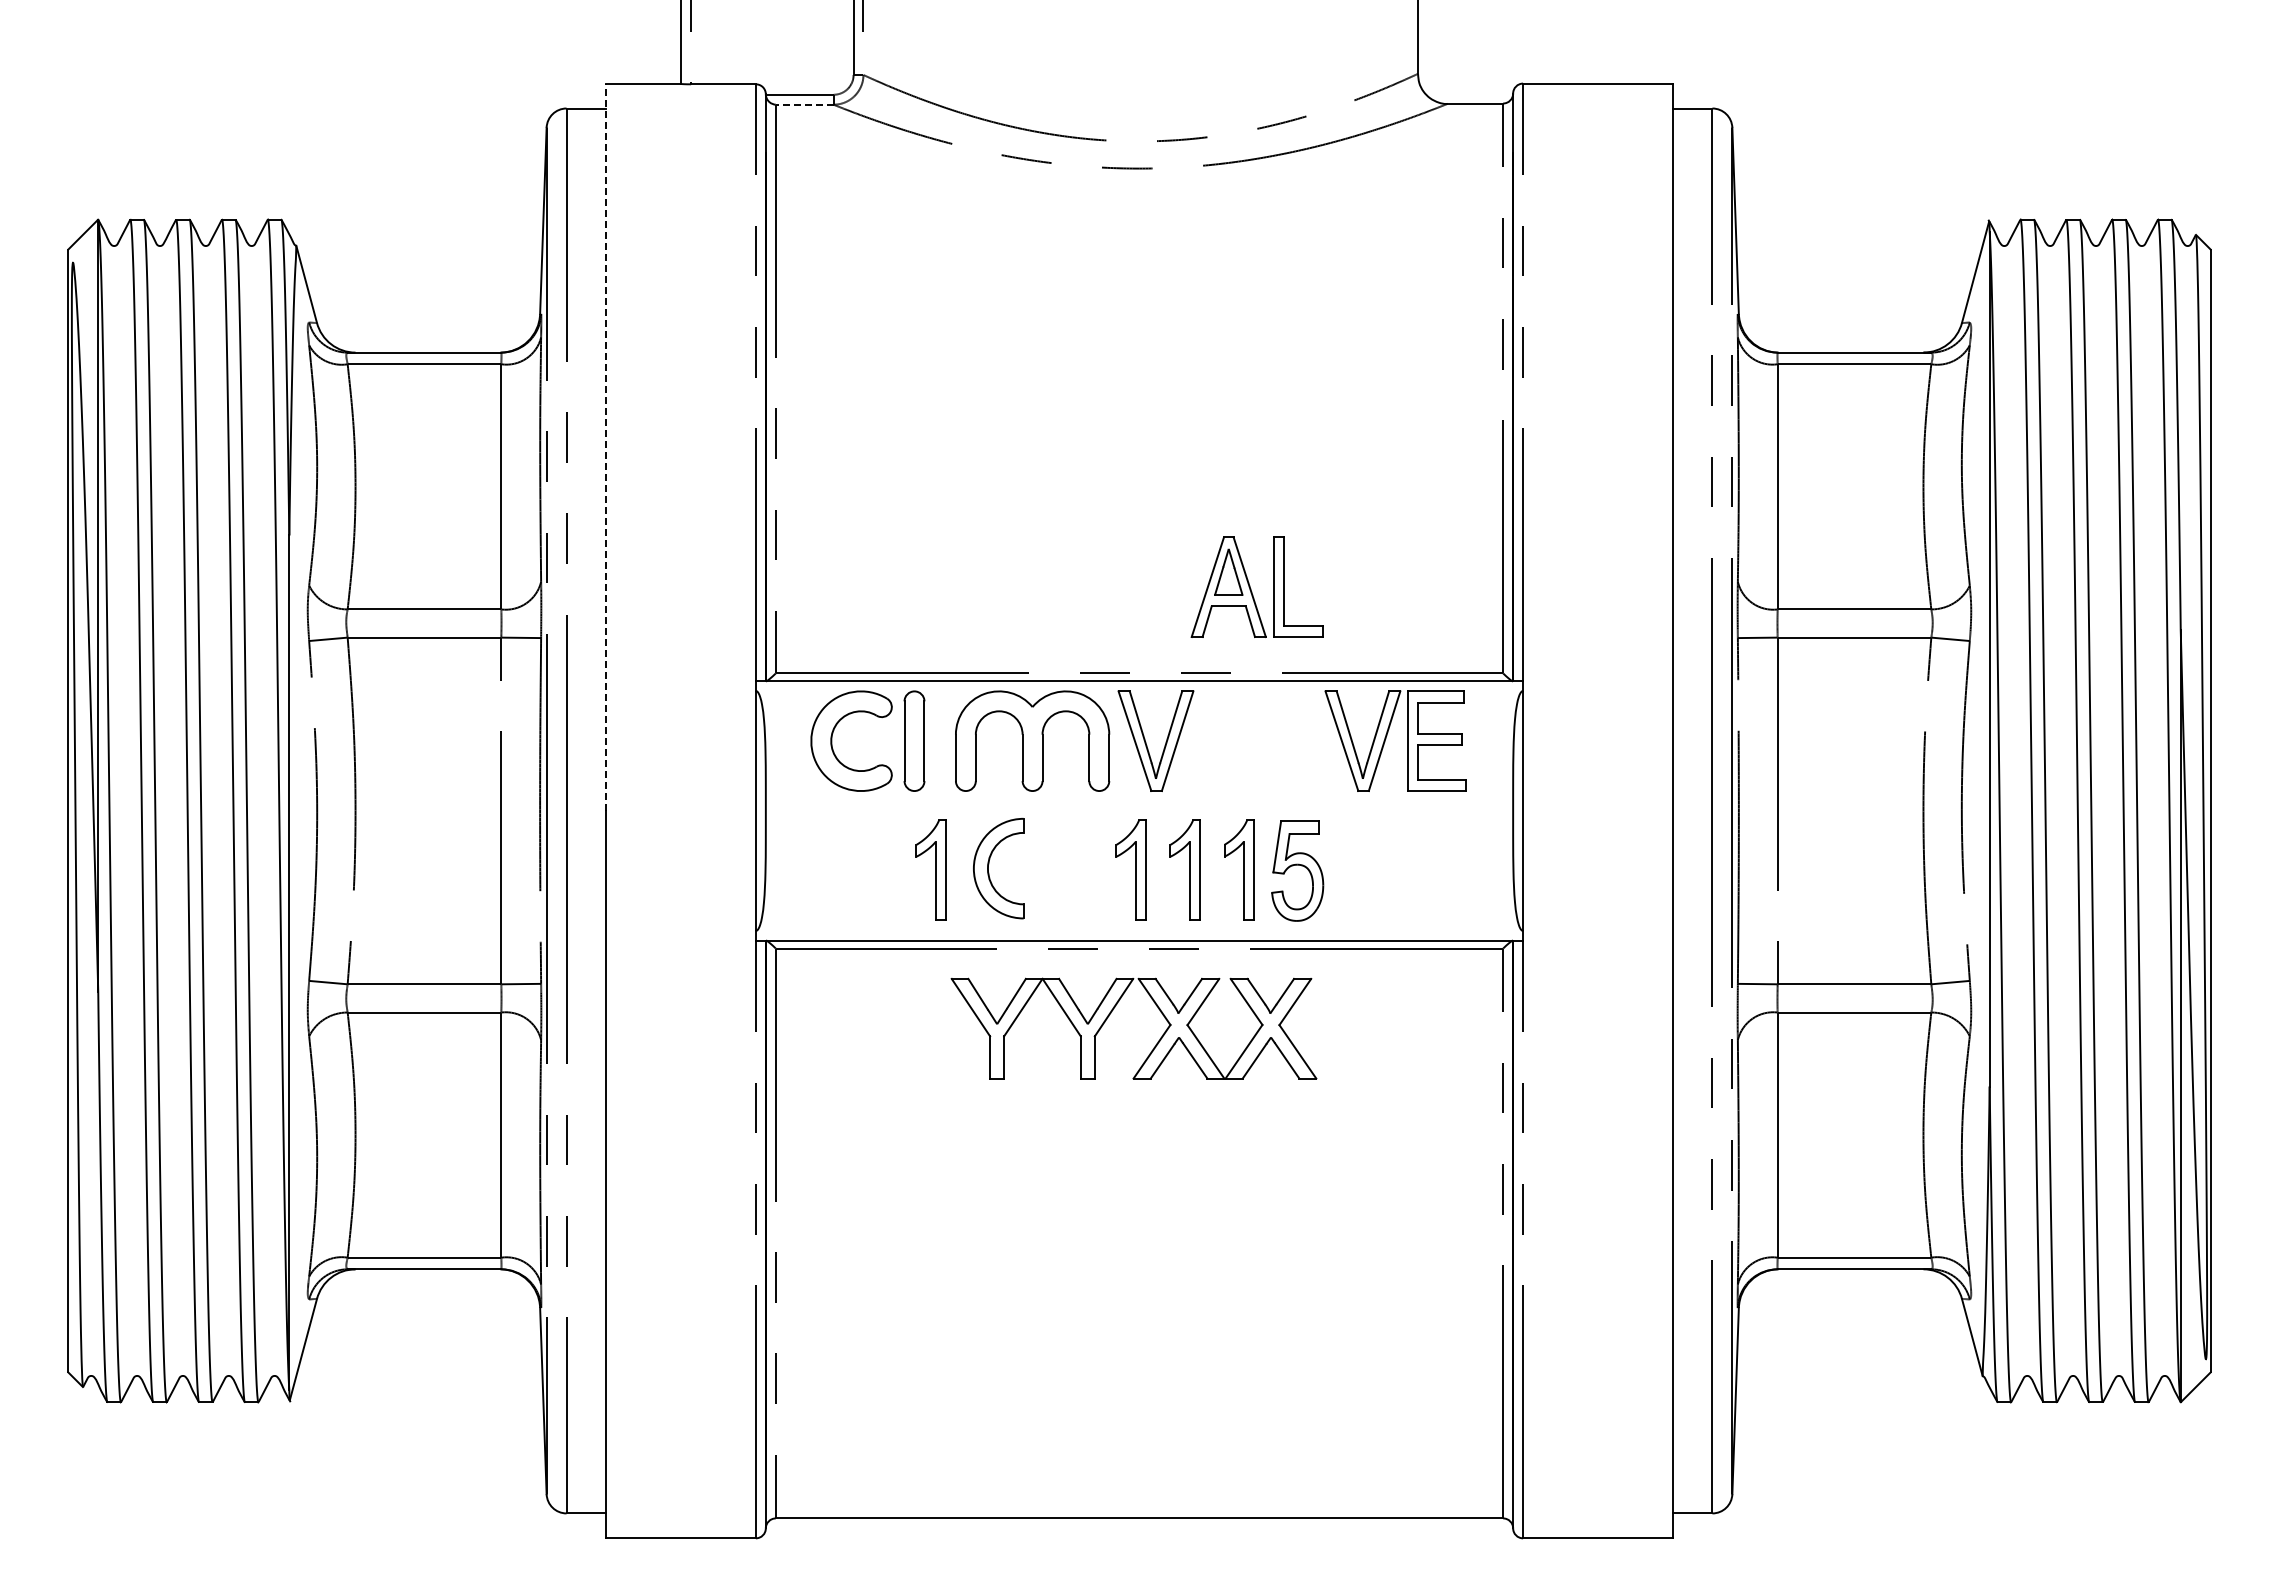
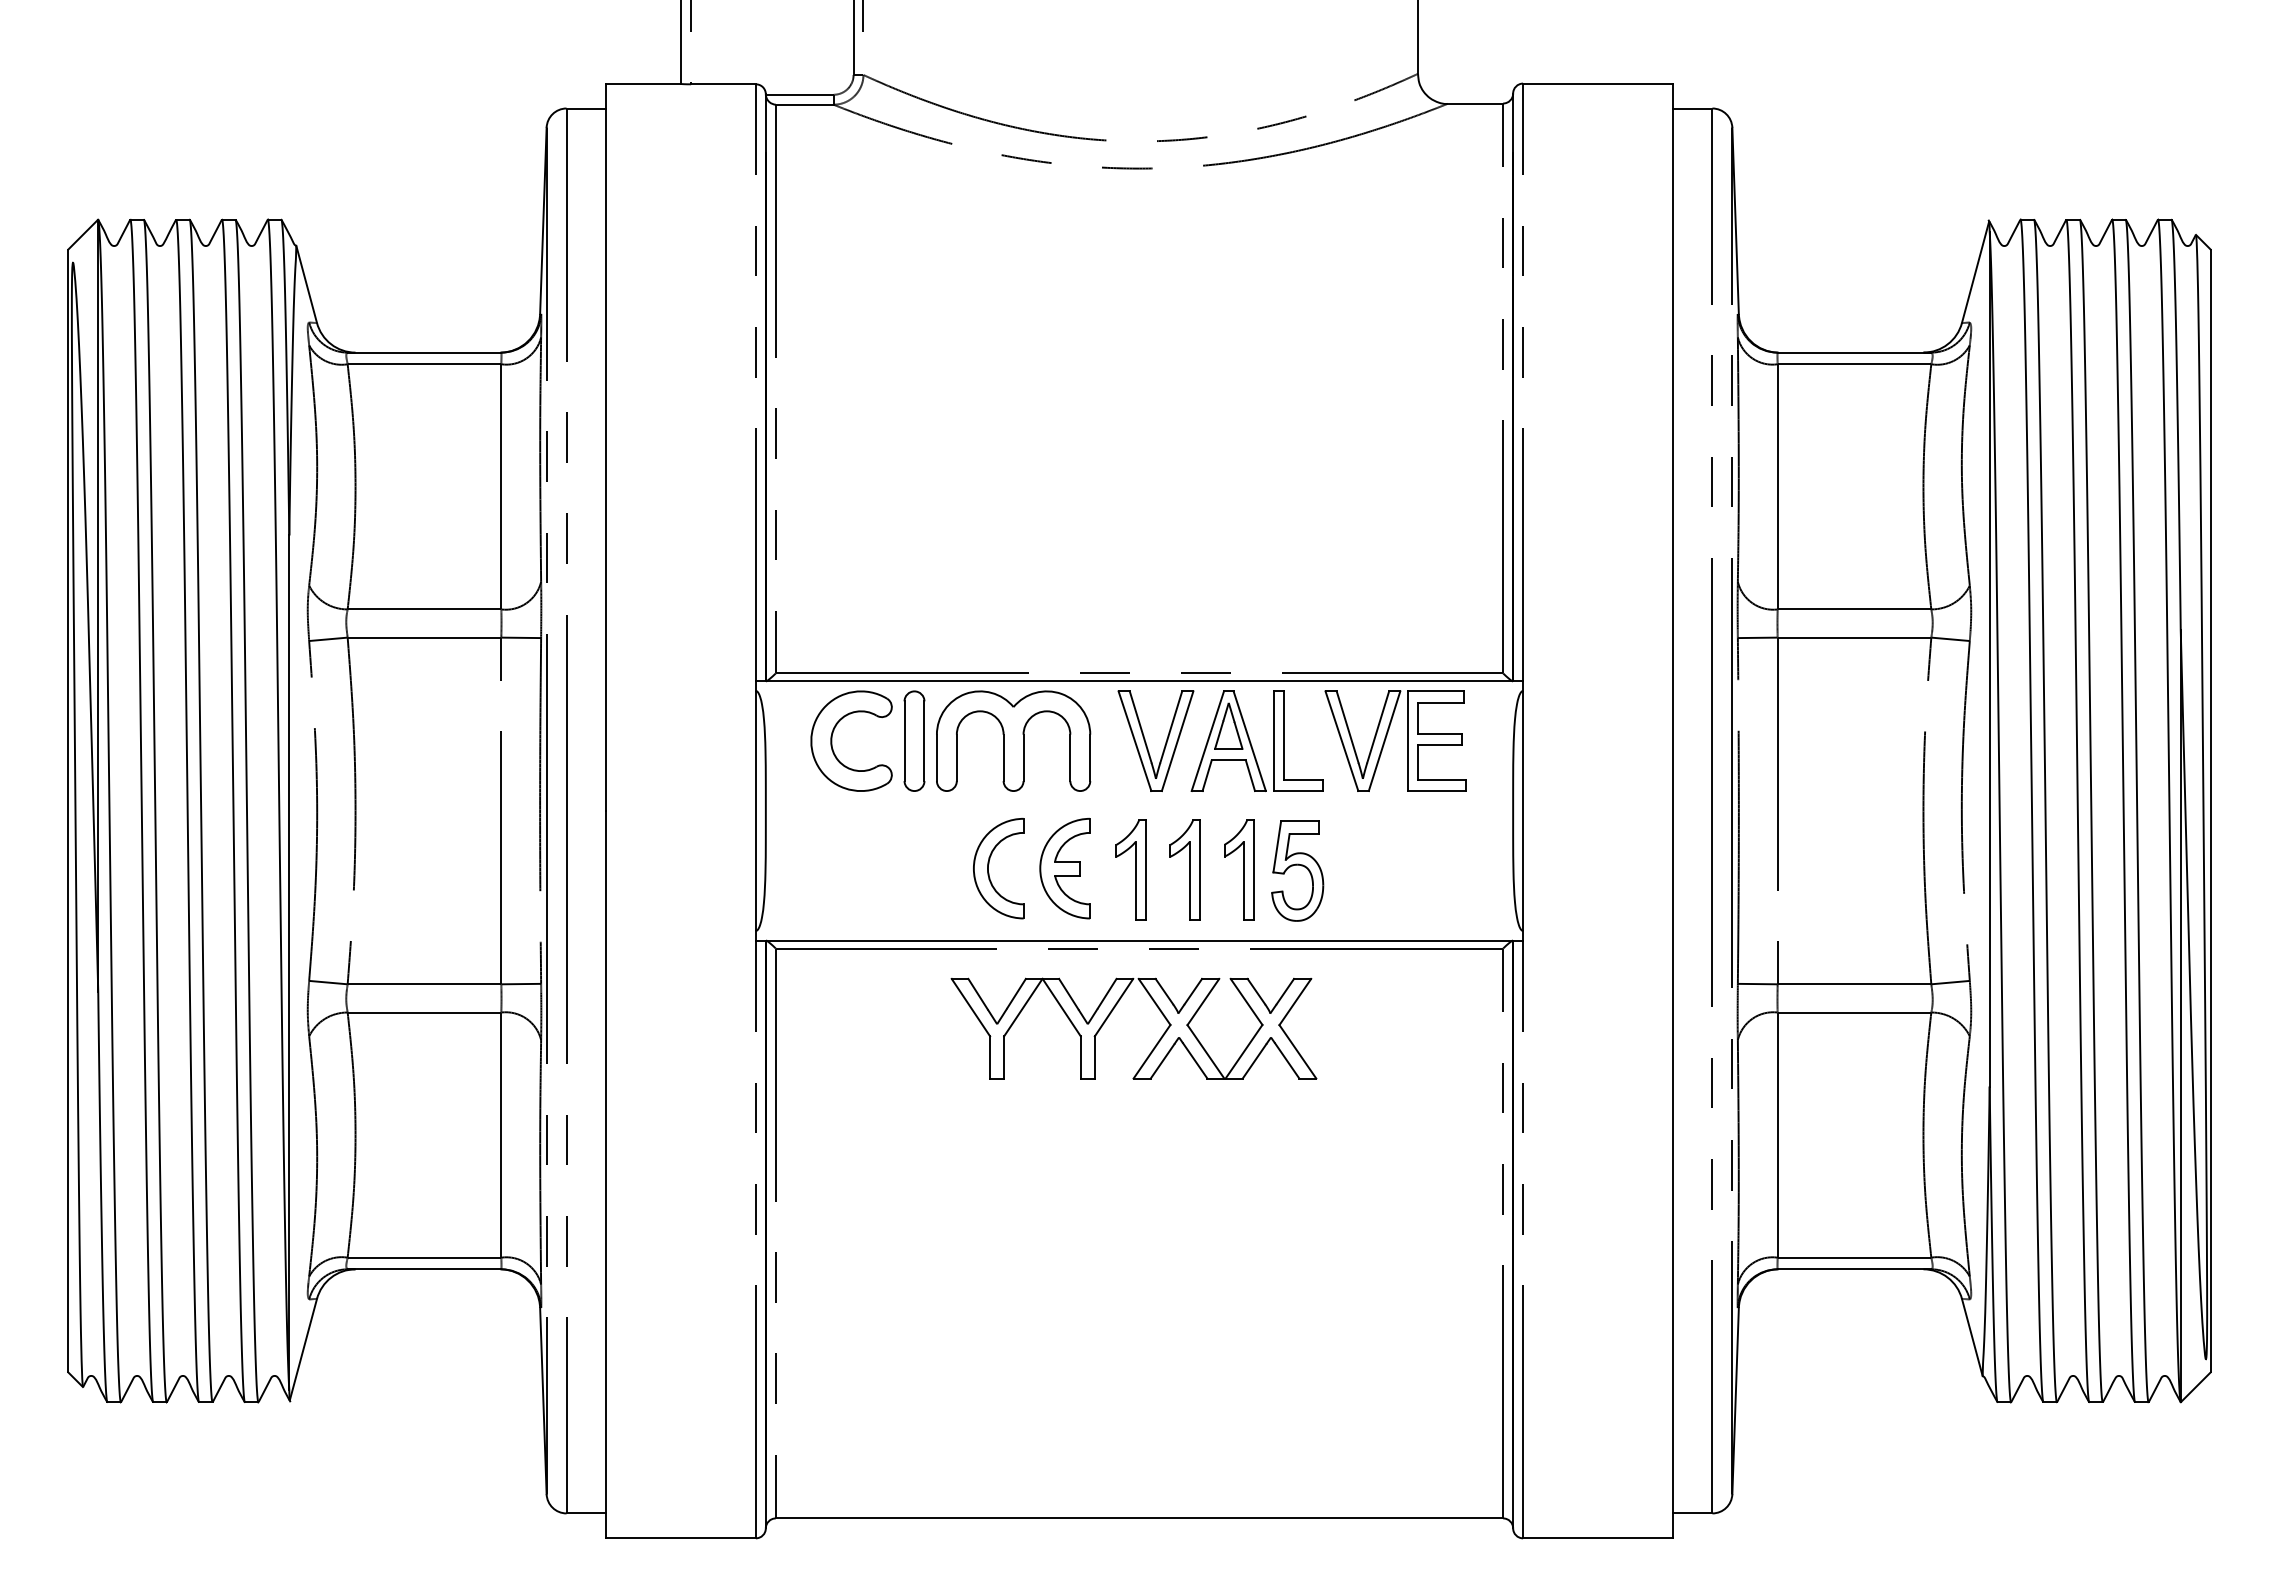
line at (804, 104): dashed -> solid
line at (606, 447): dashed -> solid
part at (1256, 586) position: (1256, 586) -> (1256, 740)
part at (1032, 740) position: (1032, 740) -> (1013, 740)
part at (1064, 868): none -> present
part at (930, 869): present -> none
